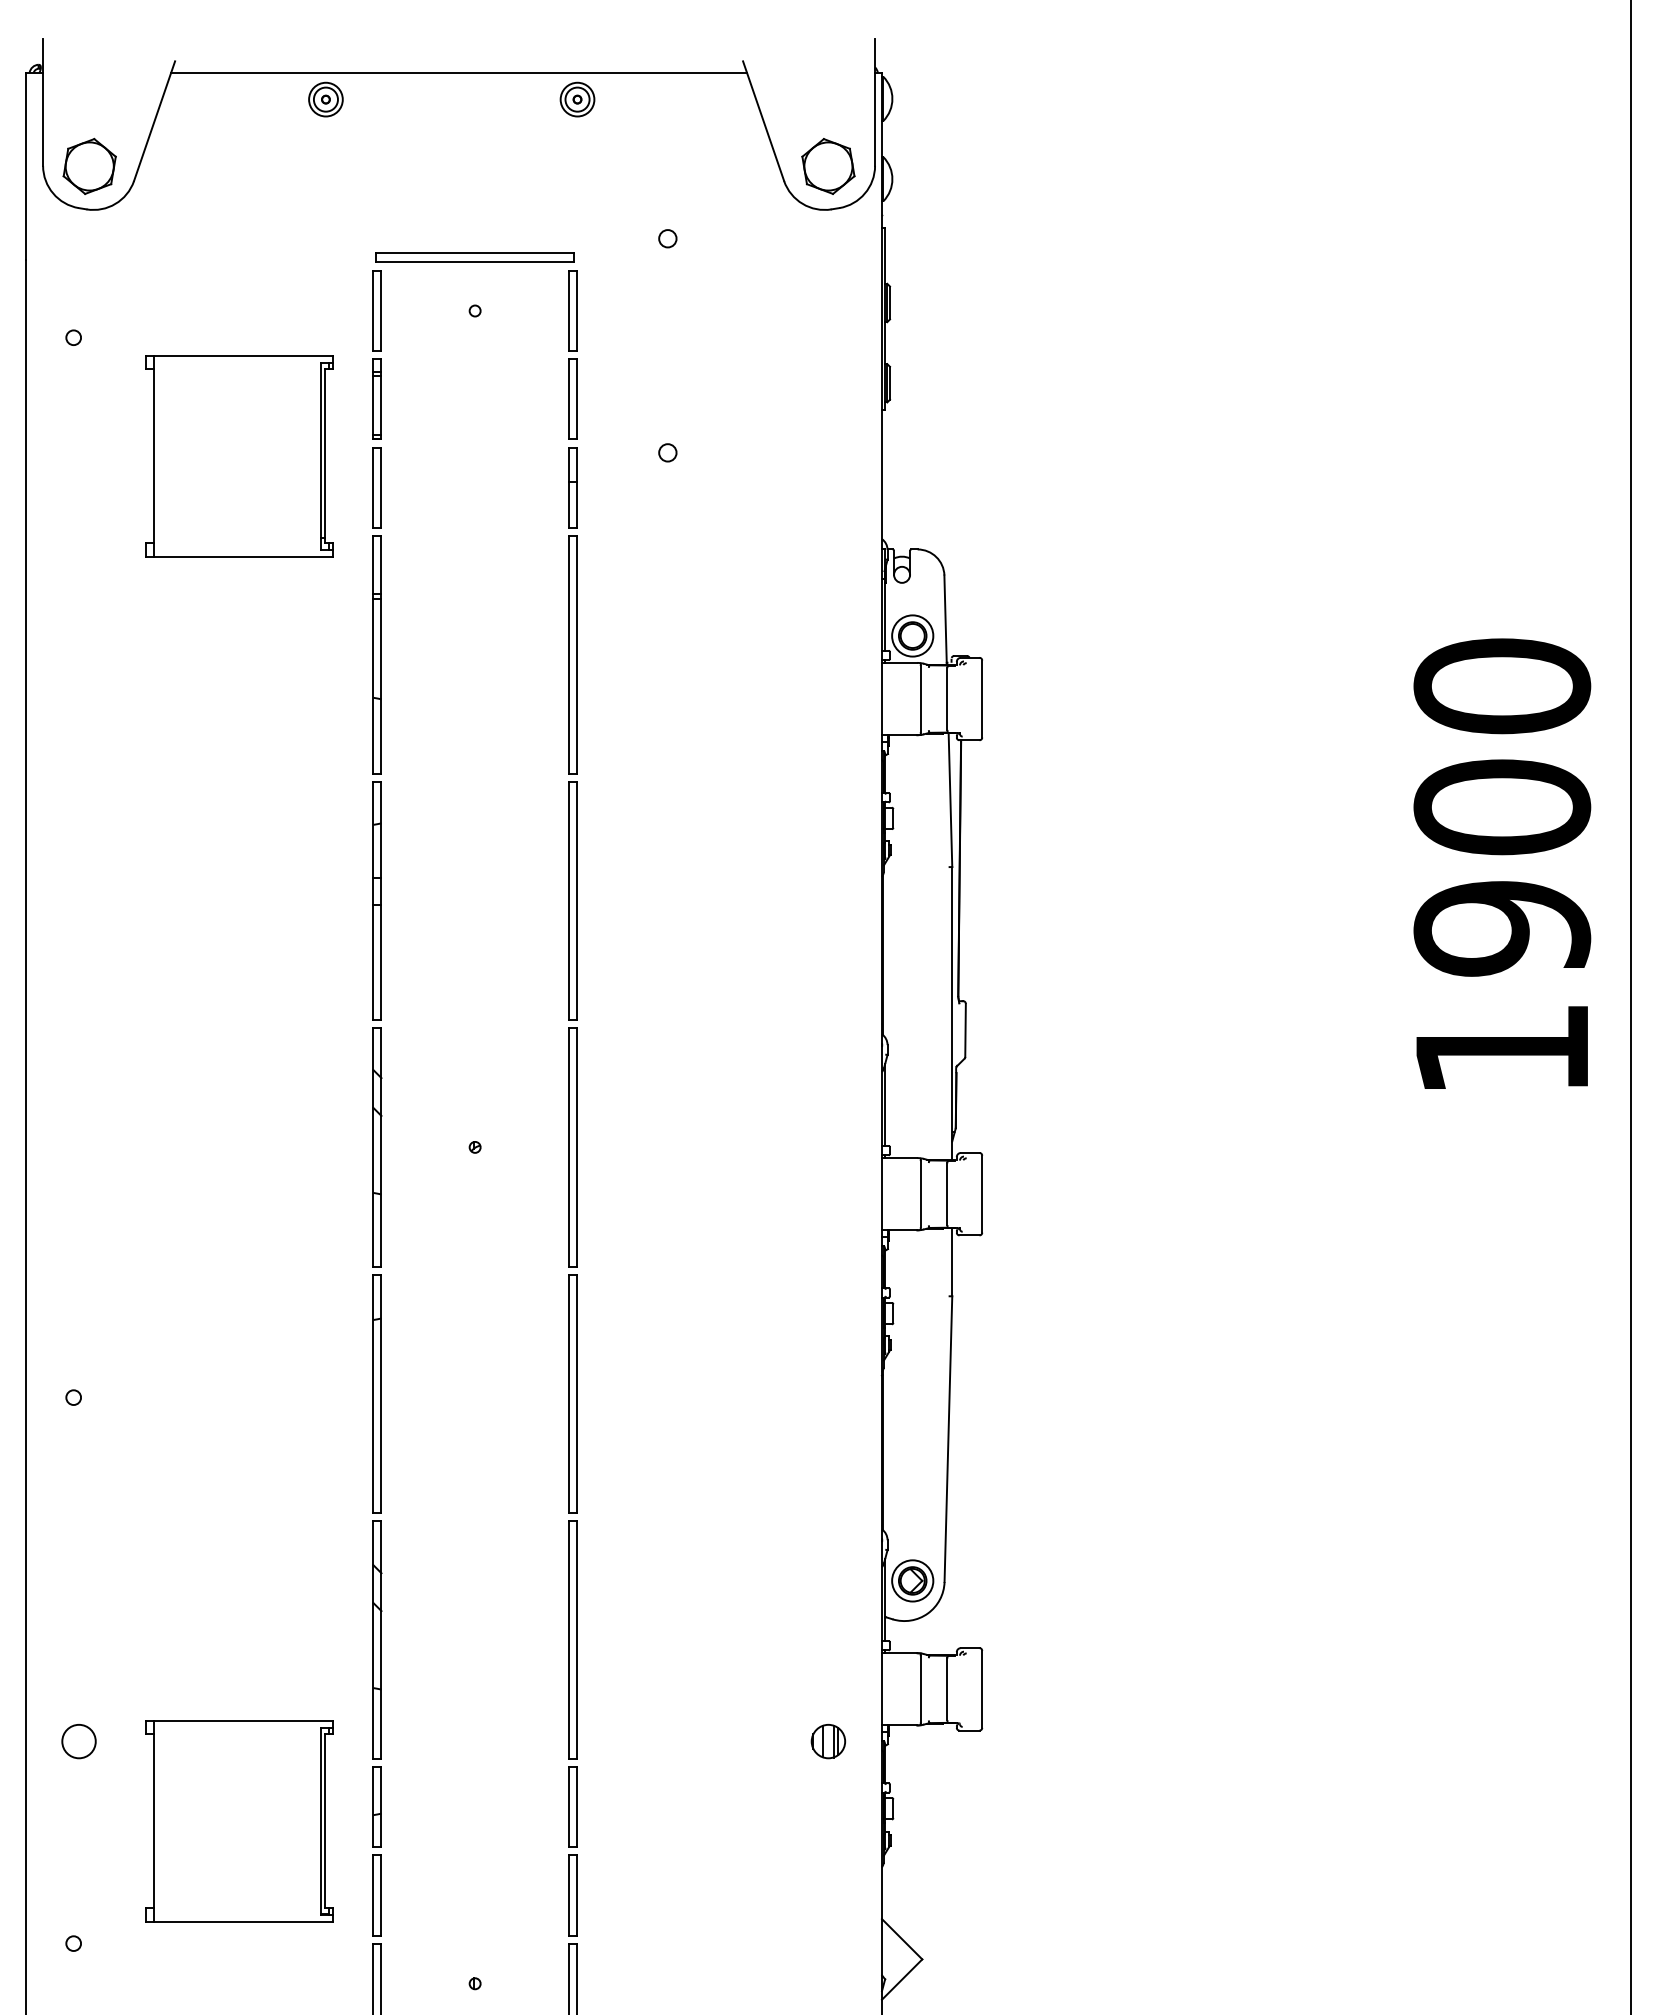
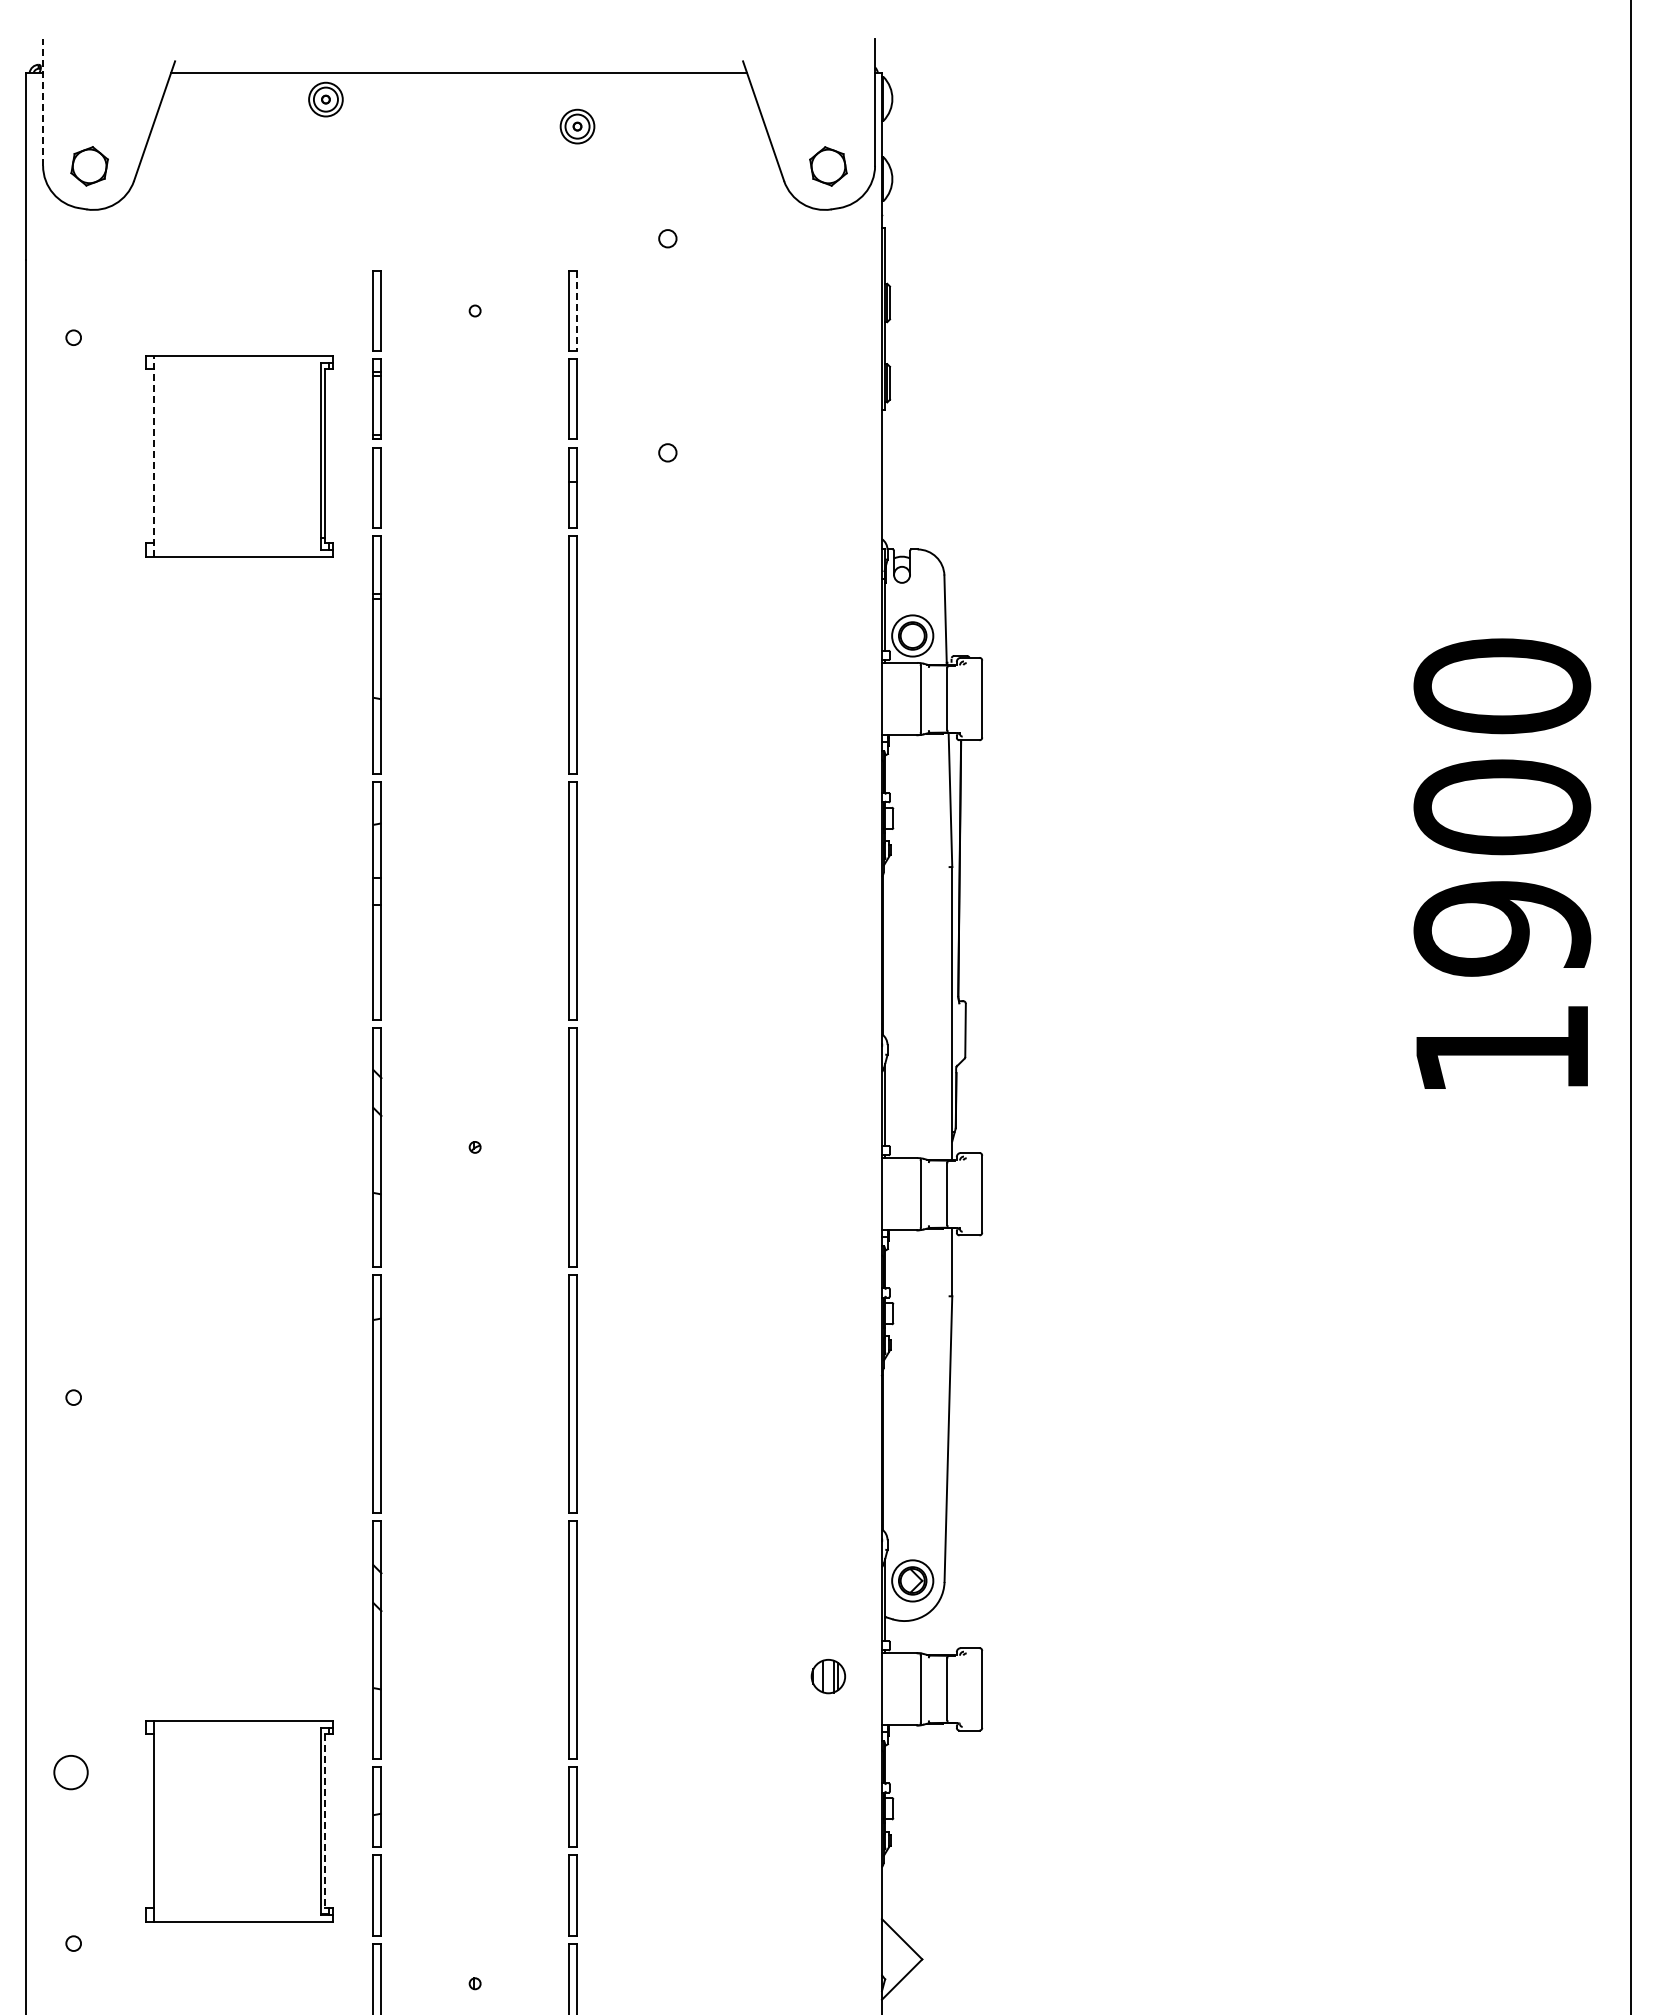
part at (577, 99) position: (577, 99) -> (577, 126)
line at (43, 102): solid -> dashed
part at (89, 165) size: 55x58 px -> 39x41 px
part at (828, 166) size: 55x57 px -> 39x41 px
part at (474, 257): present -> none
line at (576, 311): solid -> dashed
line at (153, 455): solid -> dashed
circle at (78, 1741) position: (78, 1741) -> (70, 1772)
part at (828, 1741) position: (828, 1741) -> (828, 1676)
line at (325, 1821): solid -> dashed
